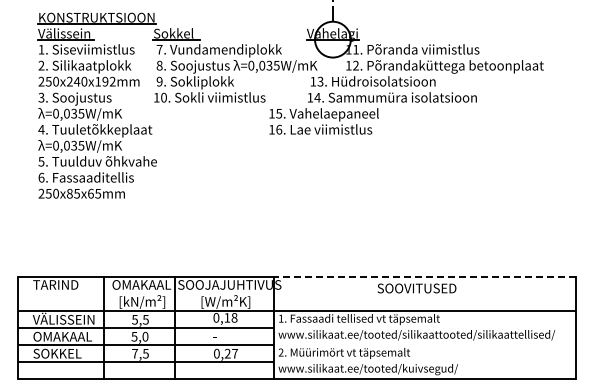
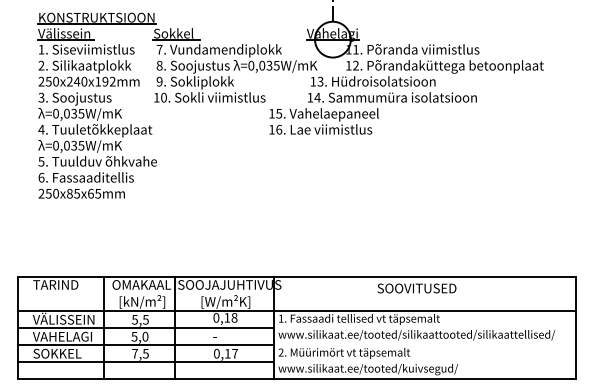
line at (424, 276): dashed -> solid
text at (61, 336): OMAKAAL -> VAHELAGI
text at (227, 353): 0,27 -> 0,17
